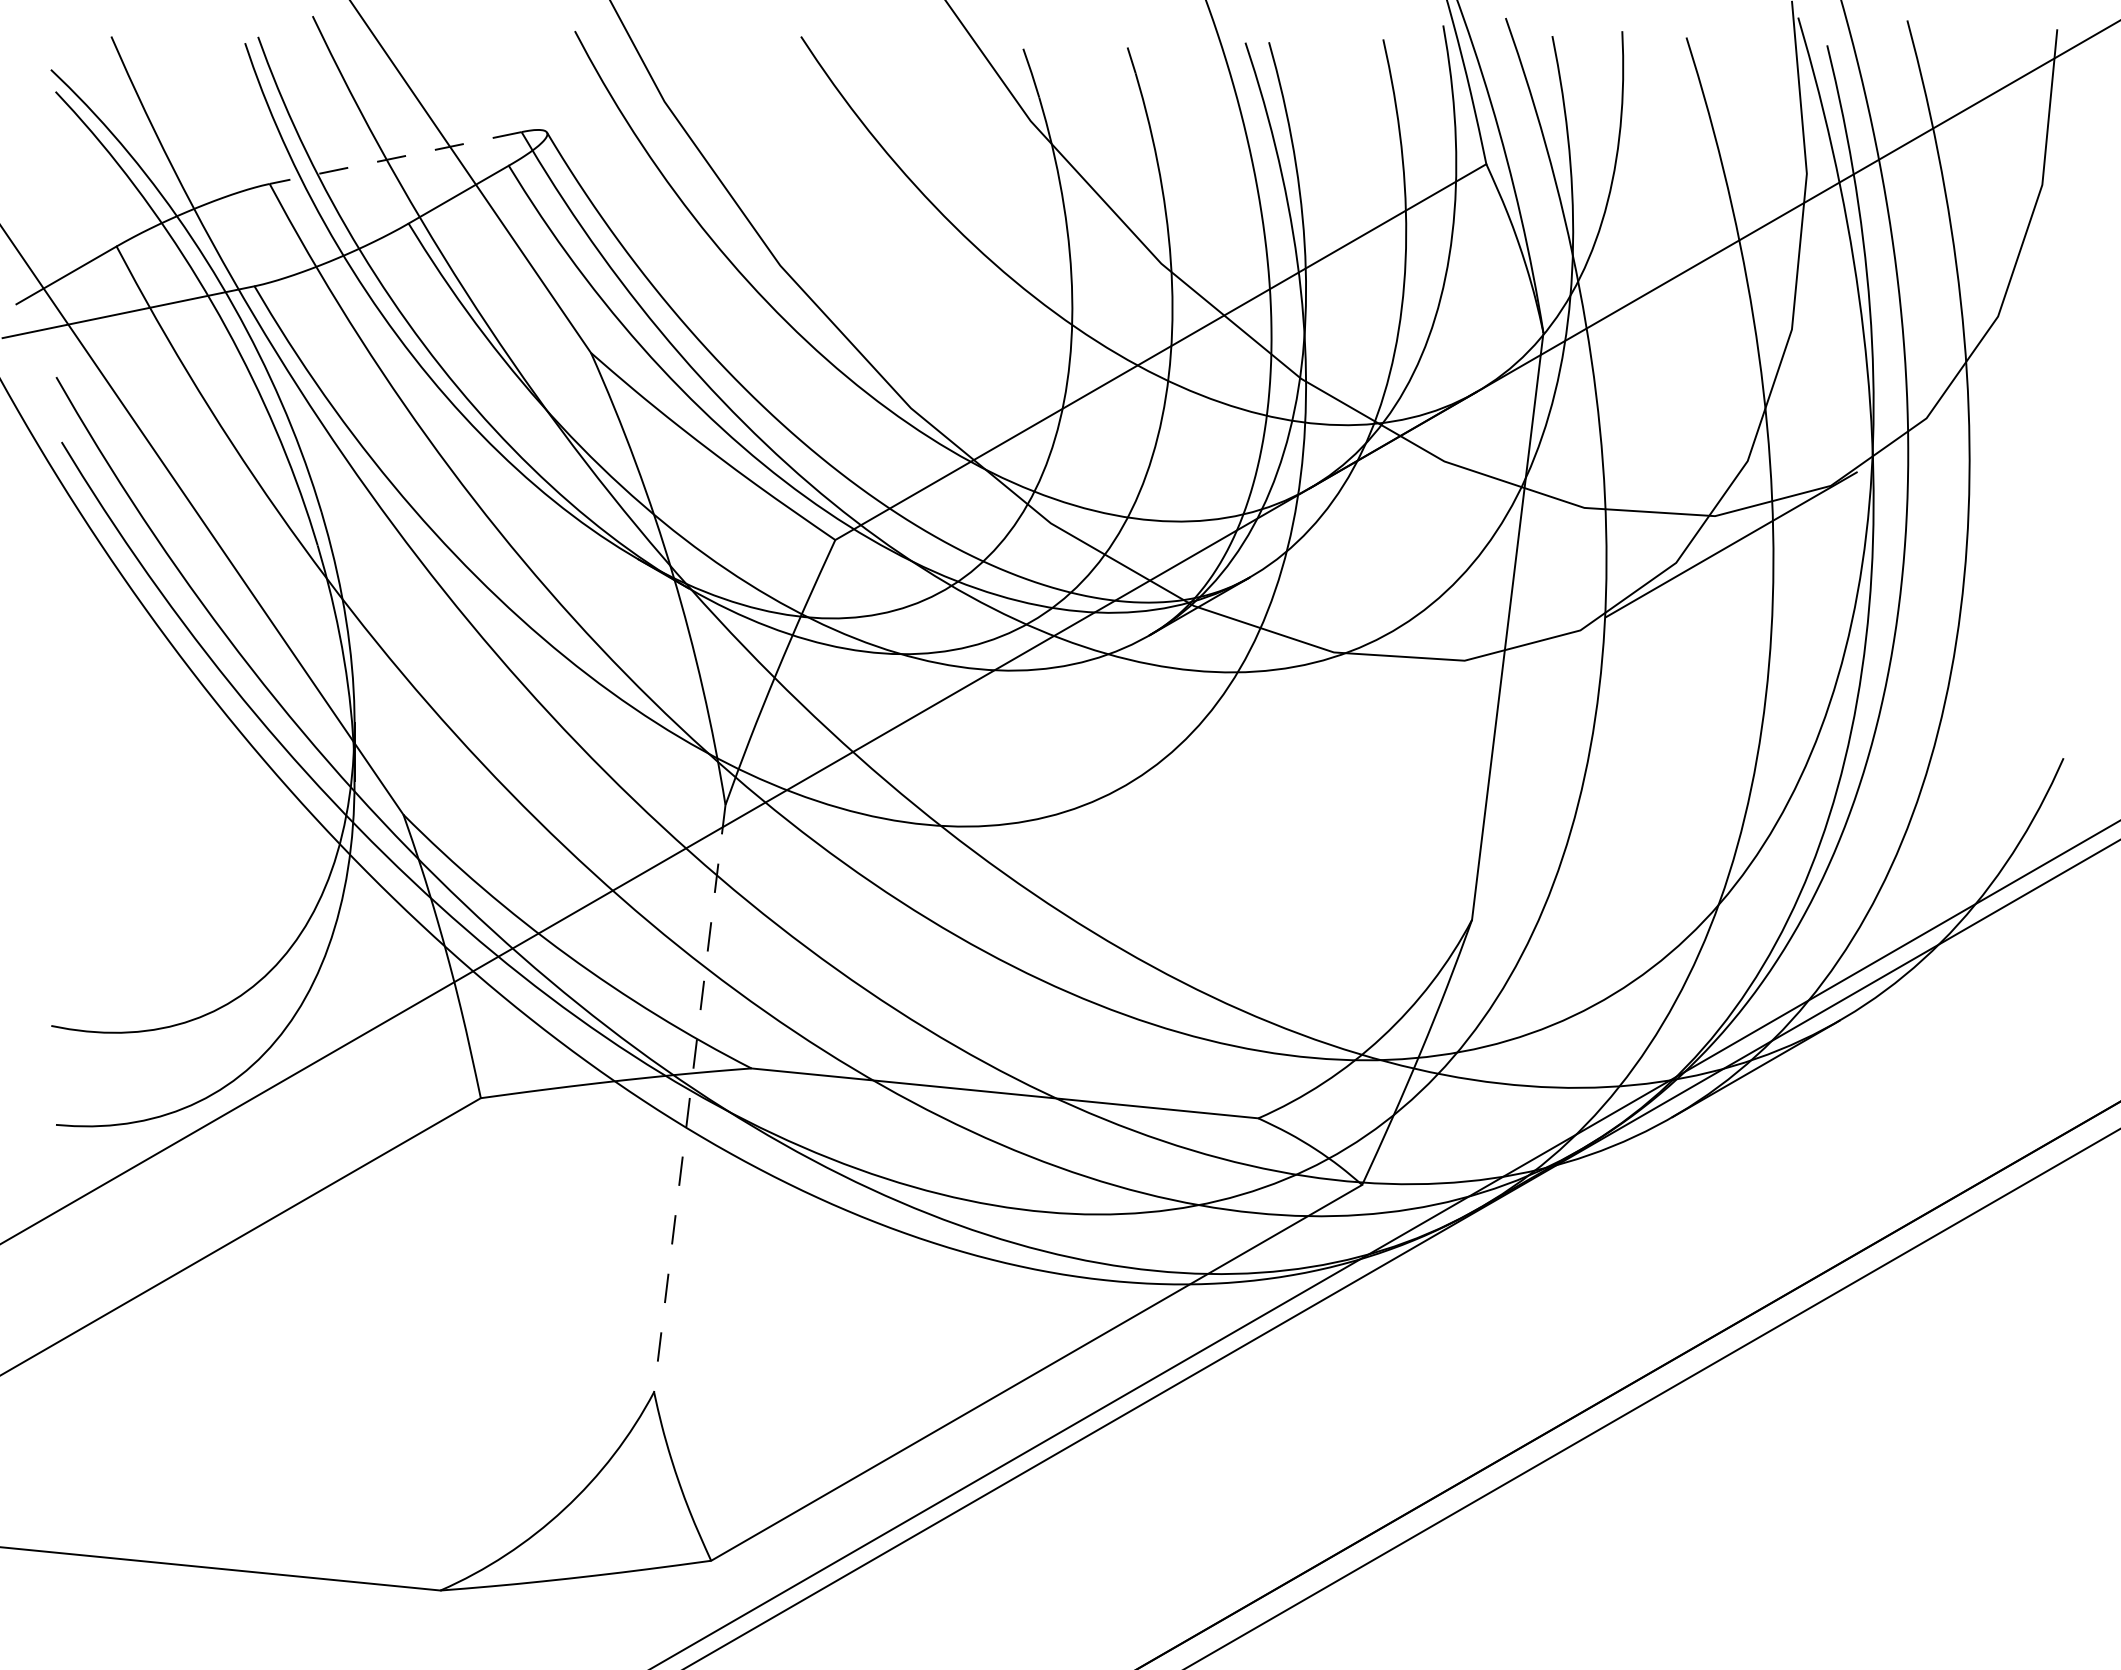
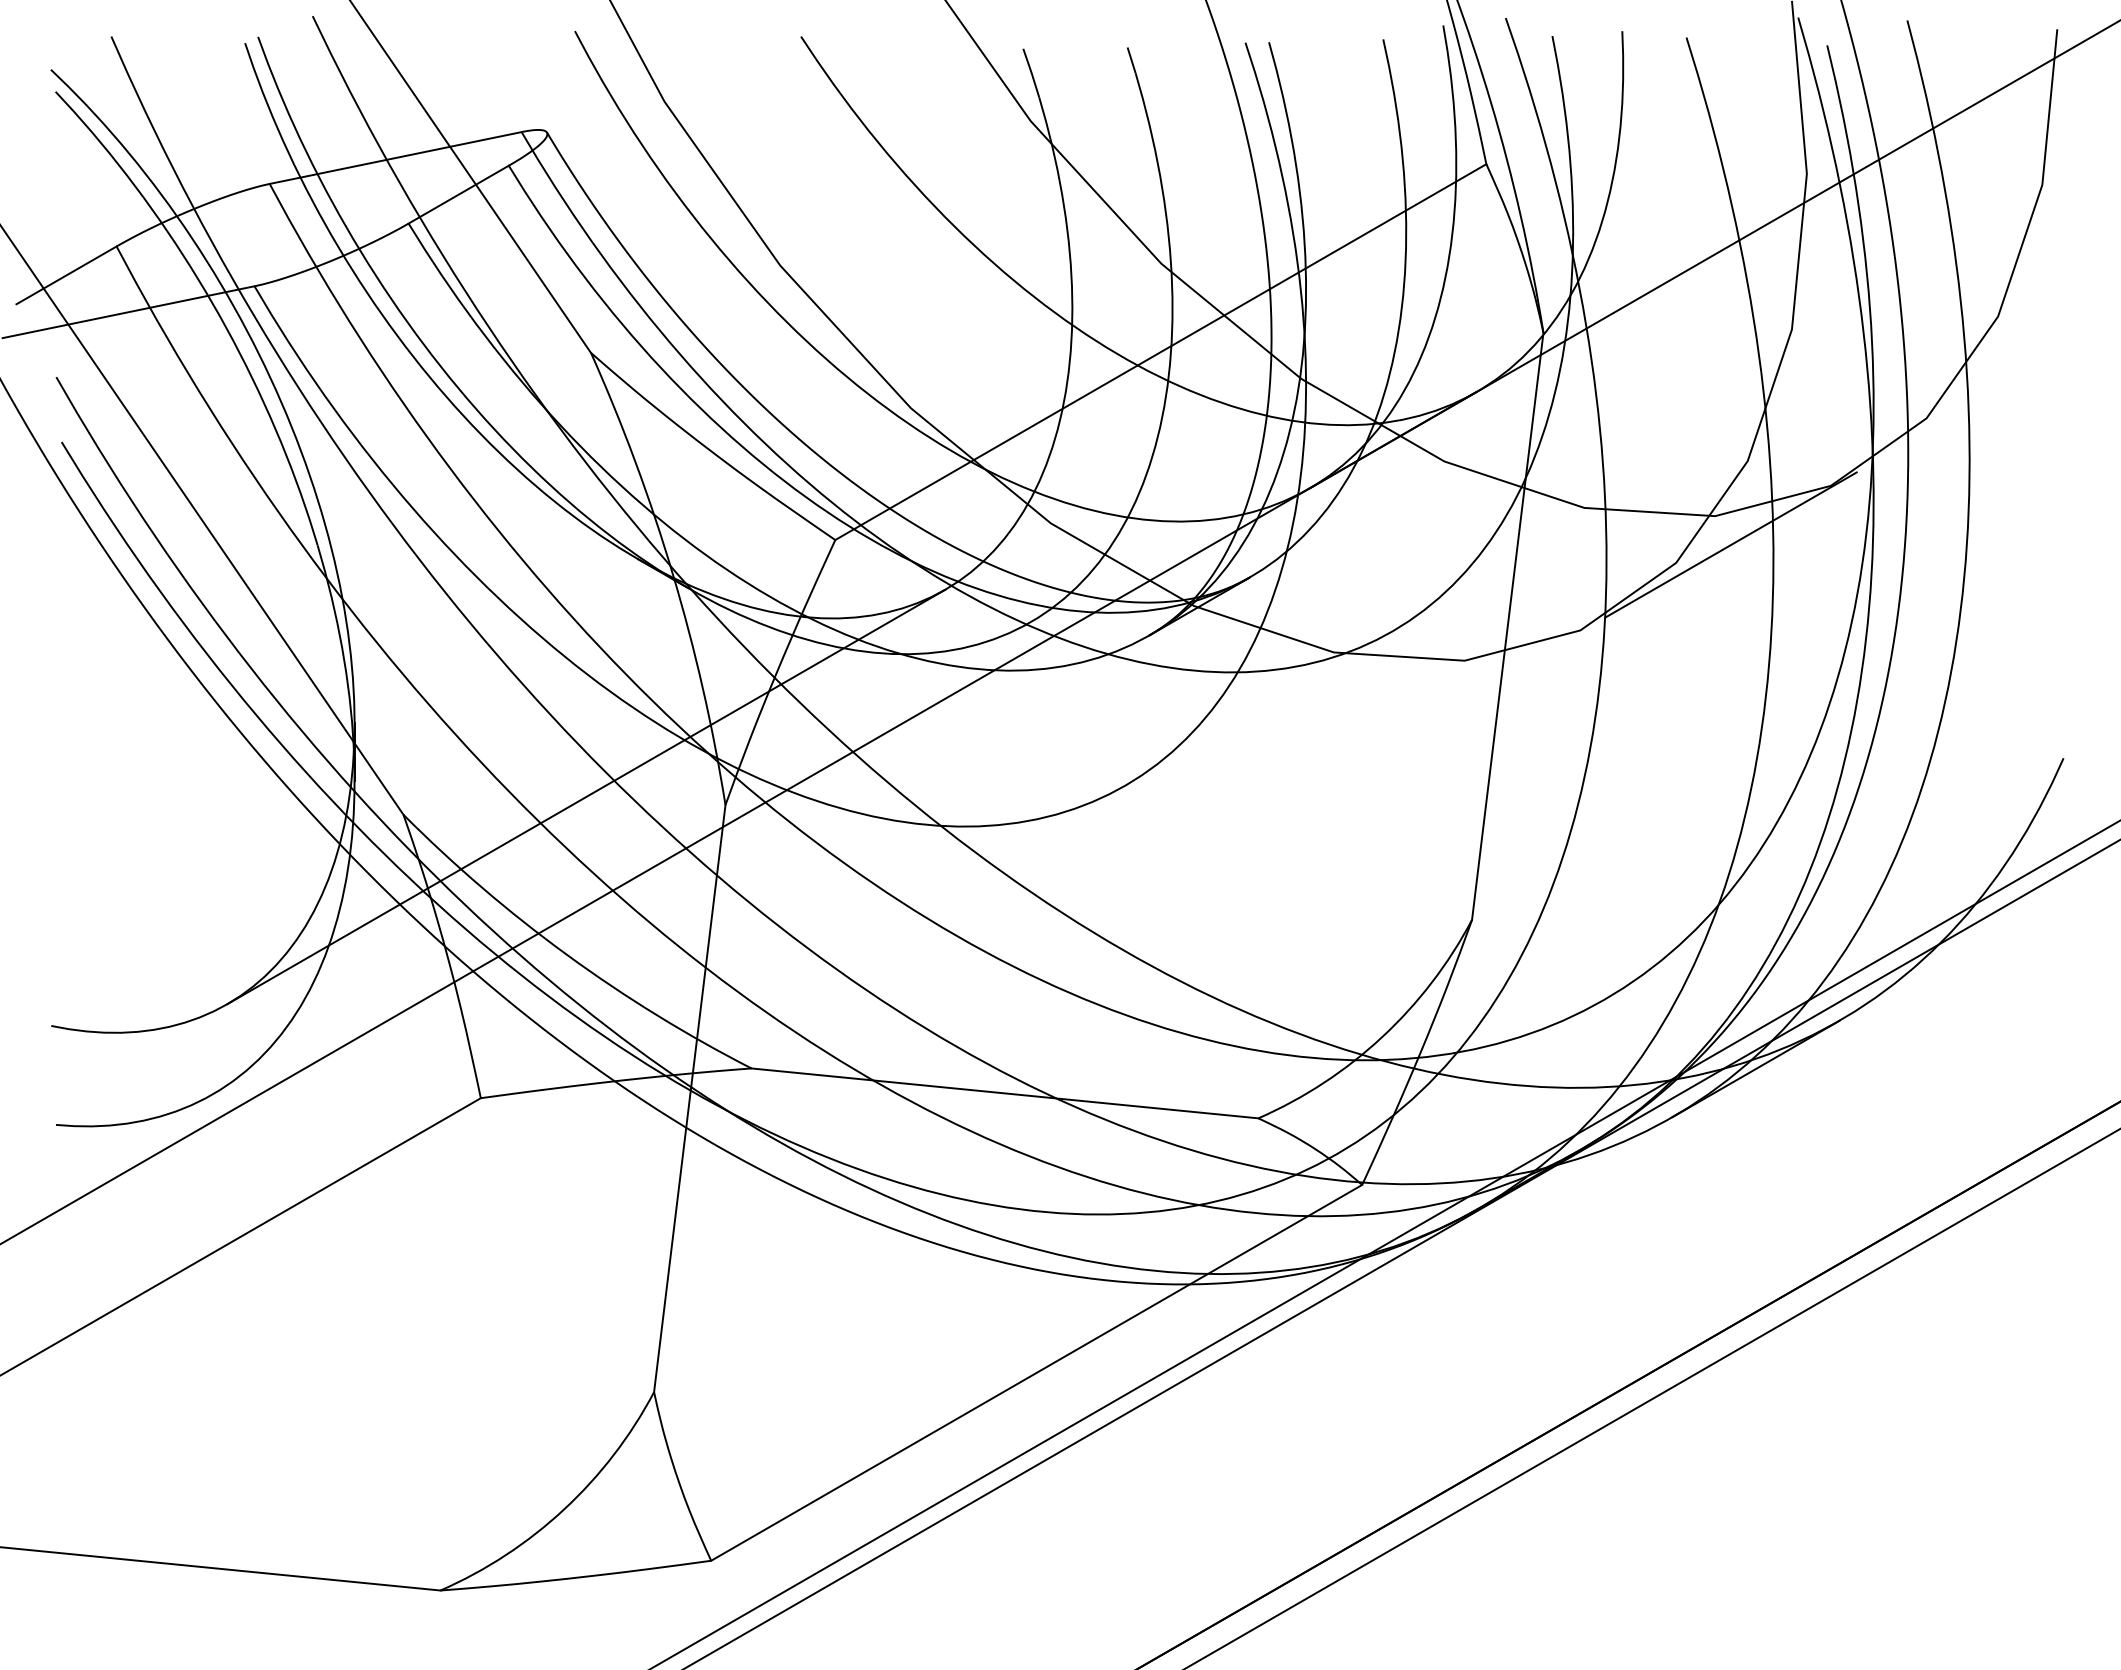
line at (395, 158): dashed -> solid
line at (586, 796): none -> present
line at (689, 1098): dashed -> solid
